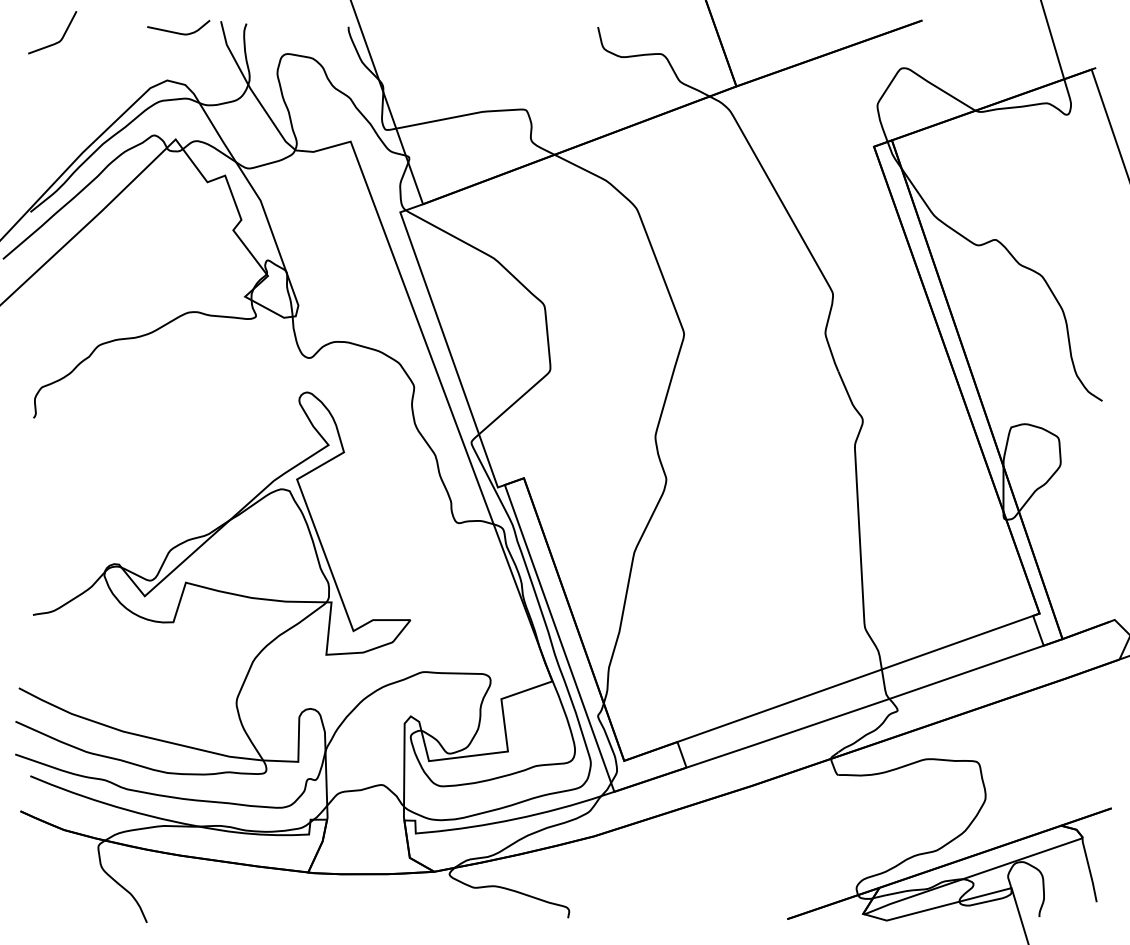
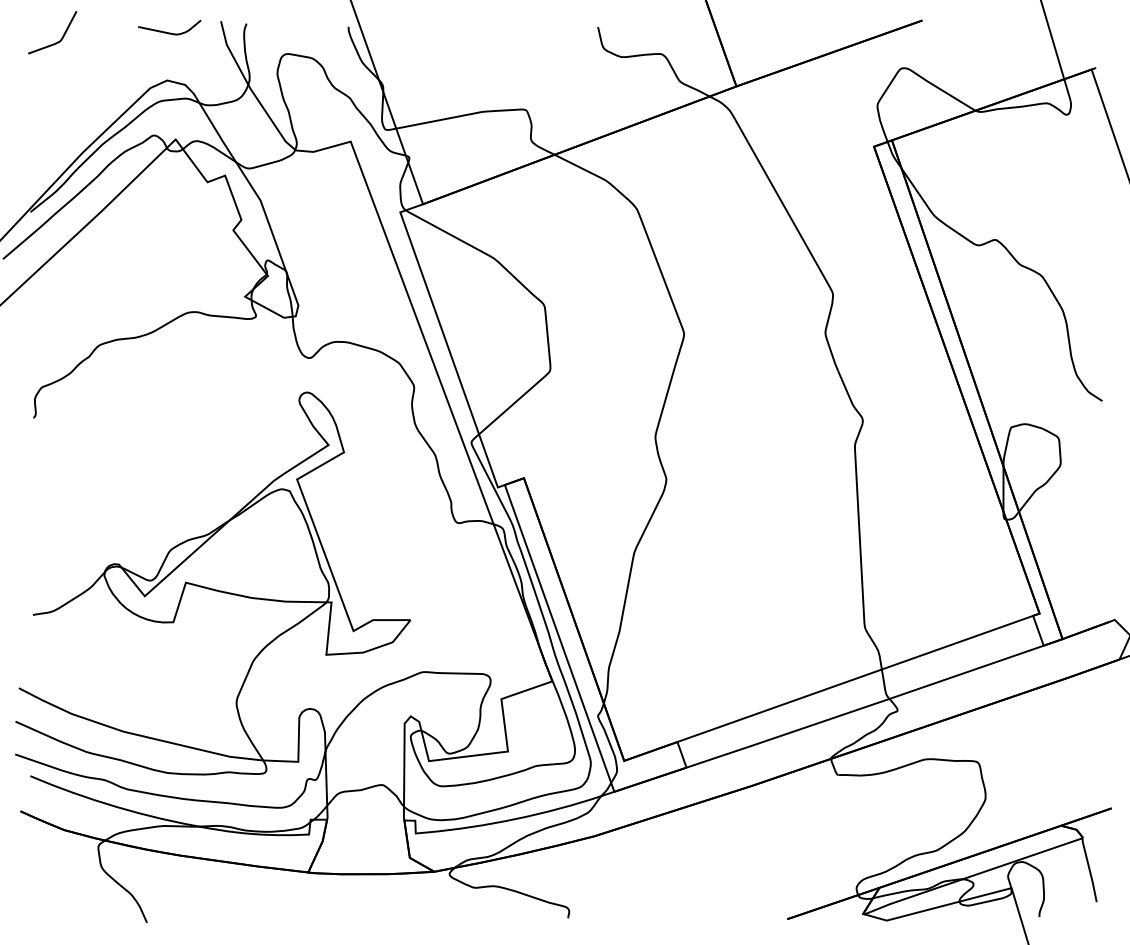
curve at (175, 31) position: (175, 31) -> (166, 31)
